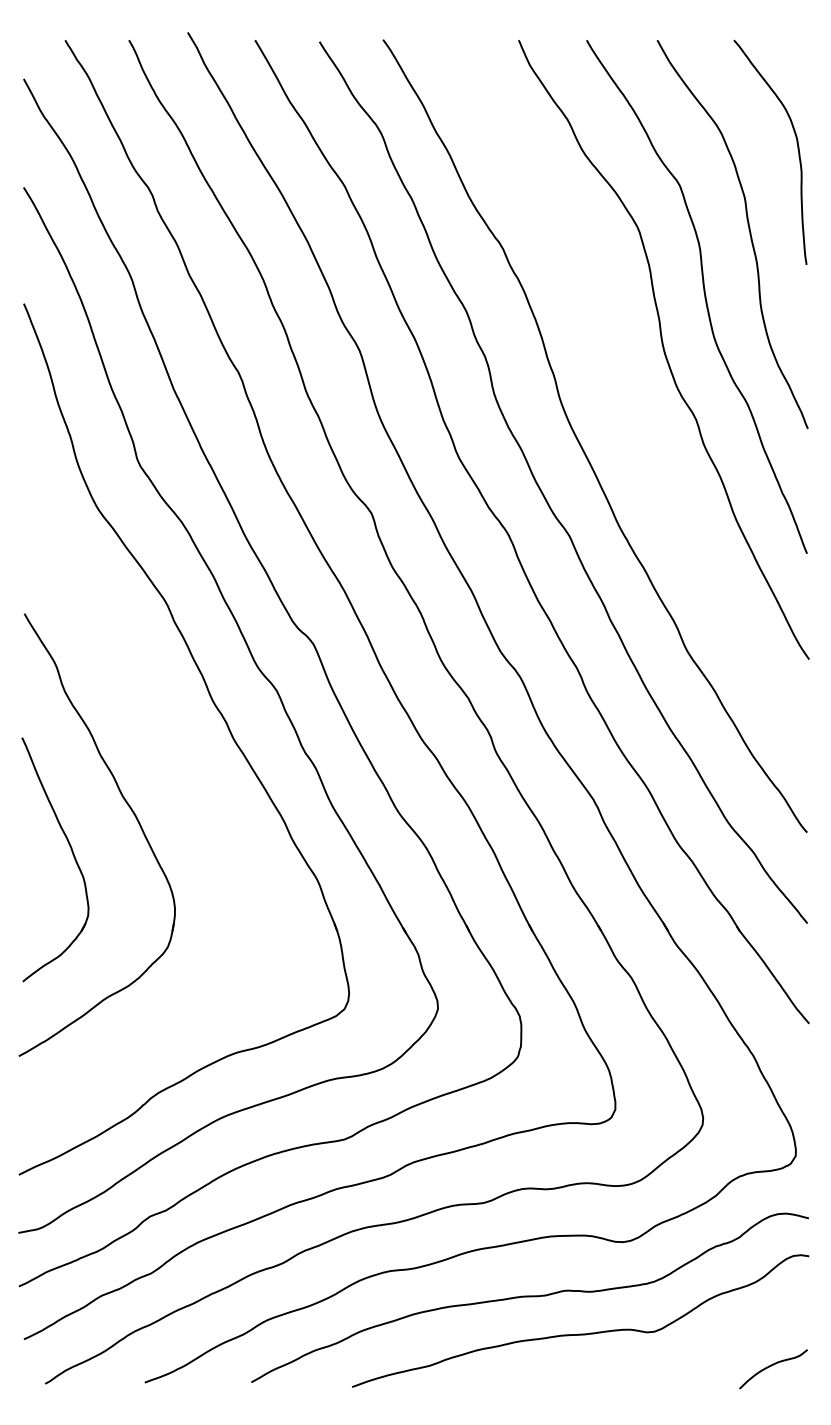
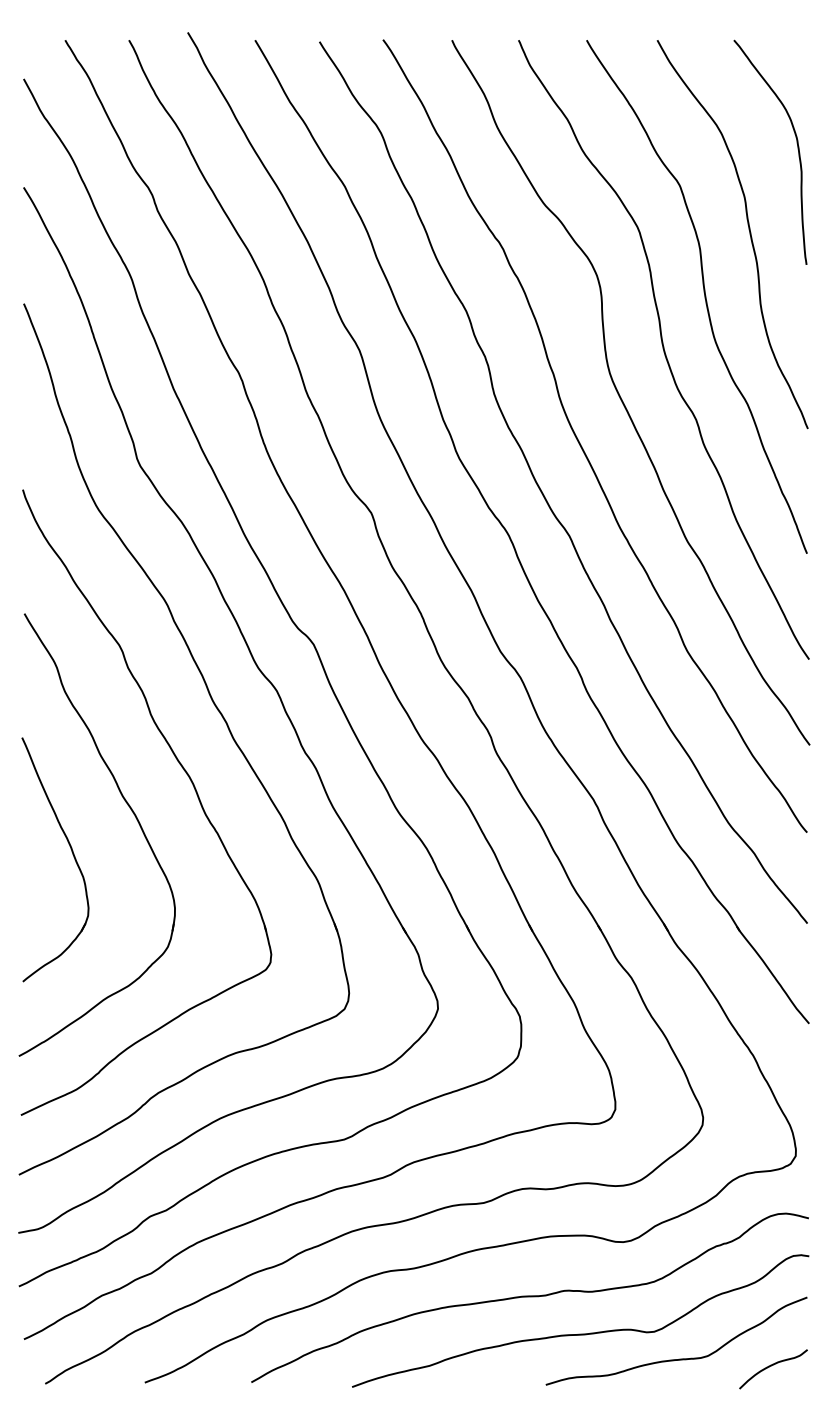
curve at (621, 397): none -> present
part at (190, 781): none -> present
curve at (679, 1358): none -> present
